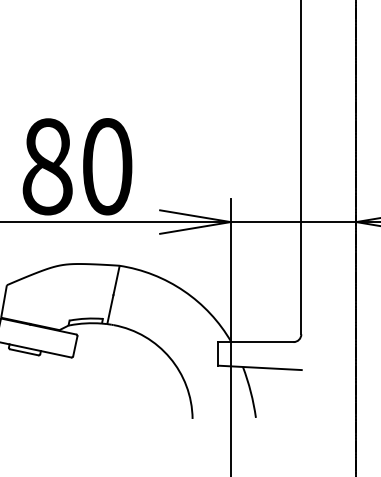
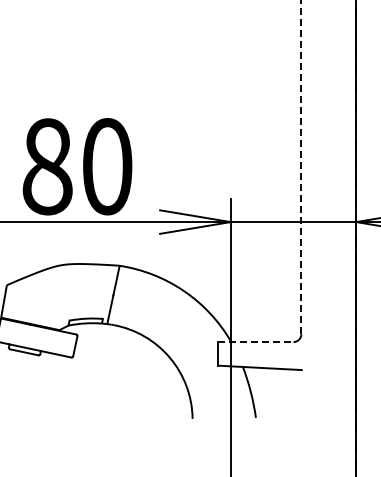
line at (301, 167): solid -> dashed
line at (255, 342): solid -> dashed
